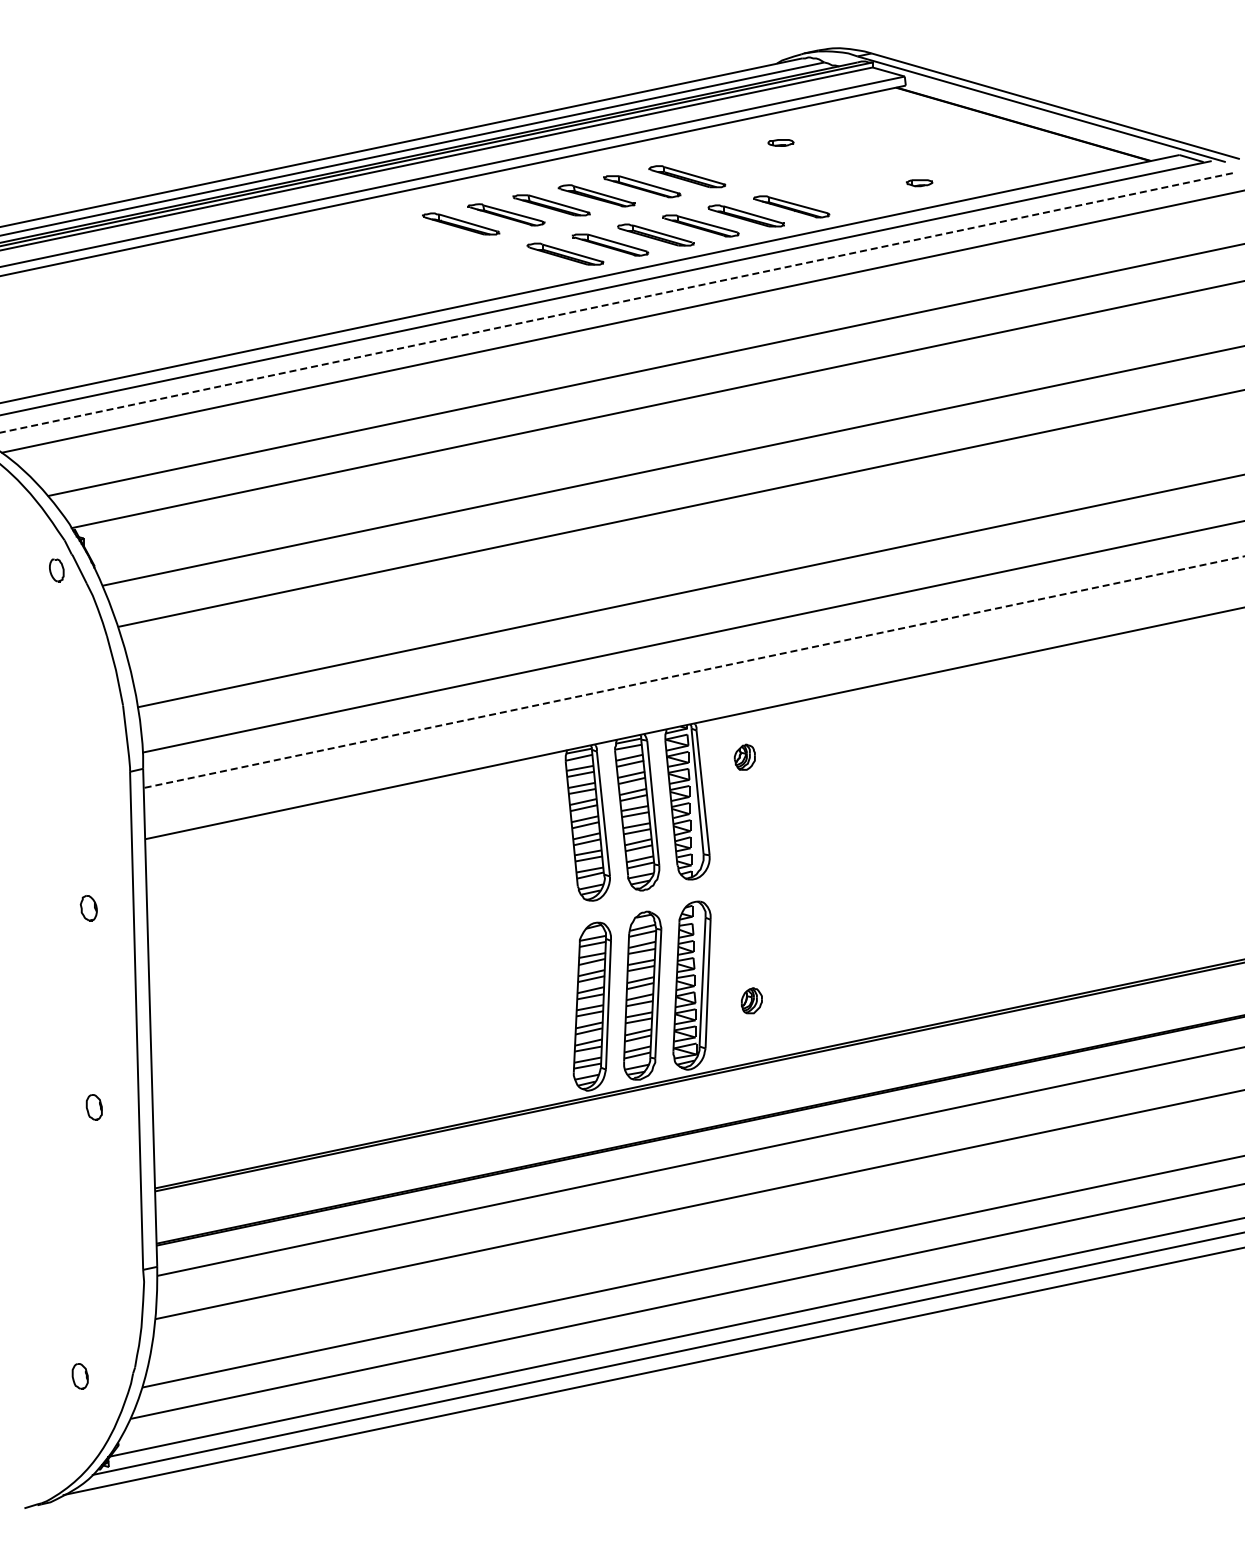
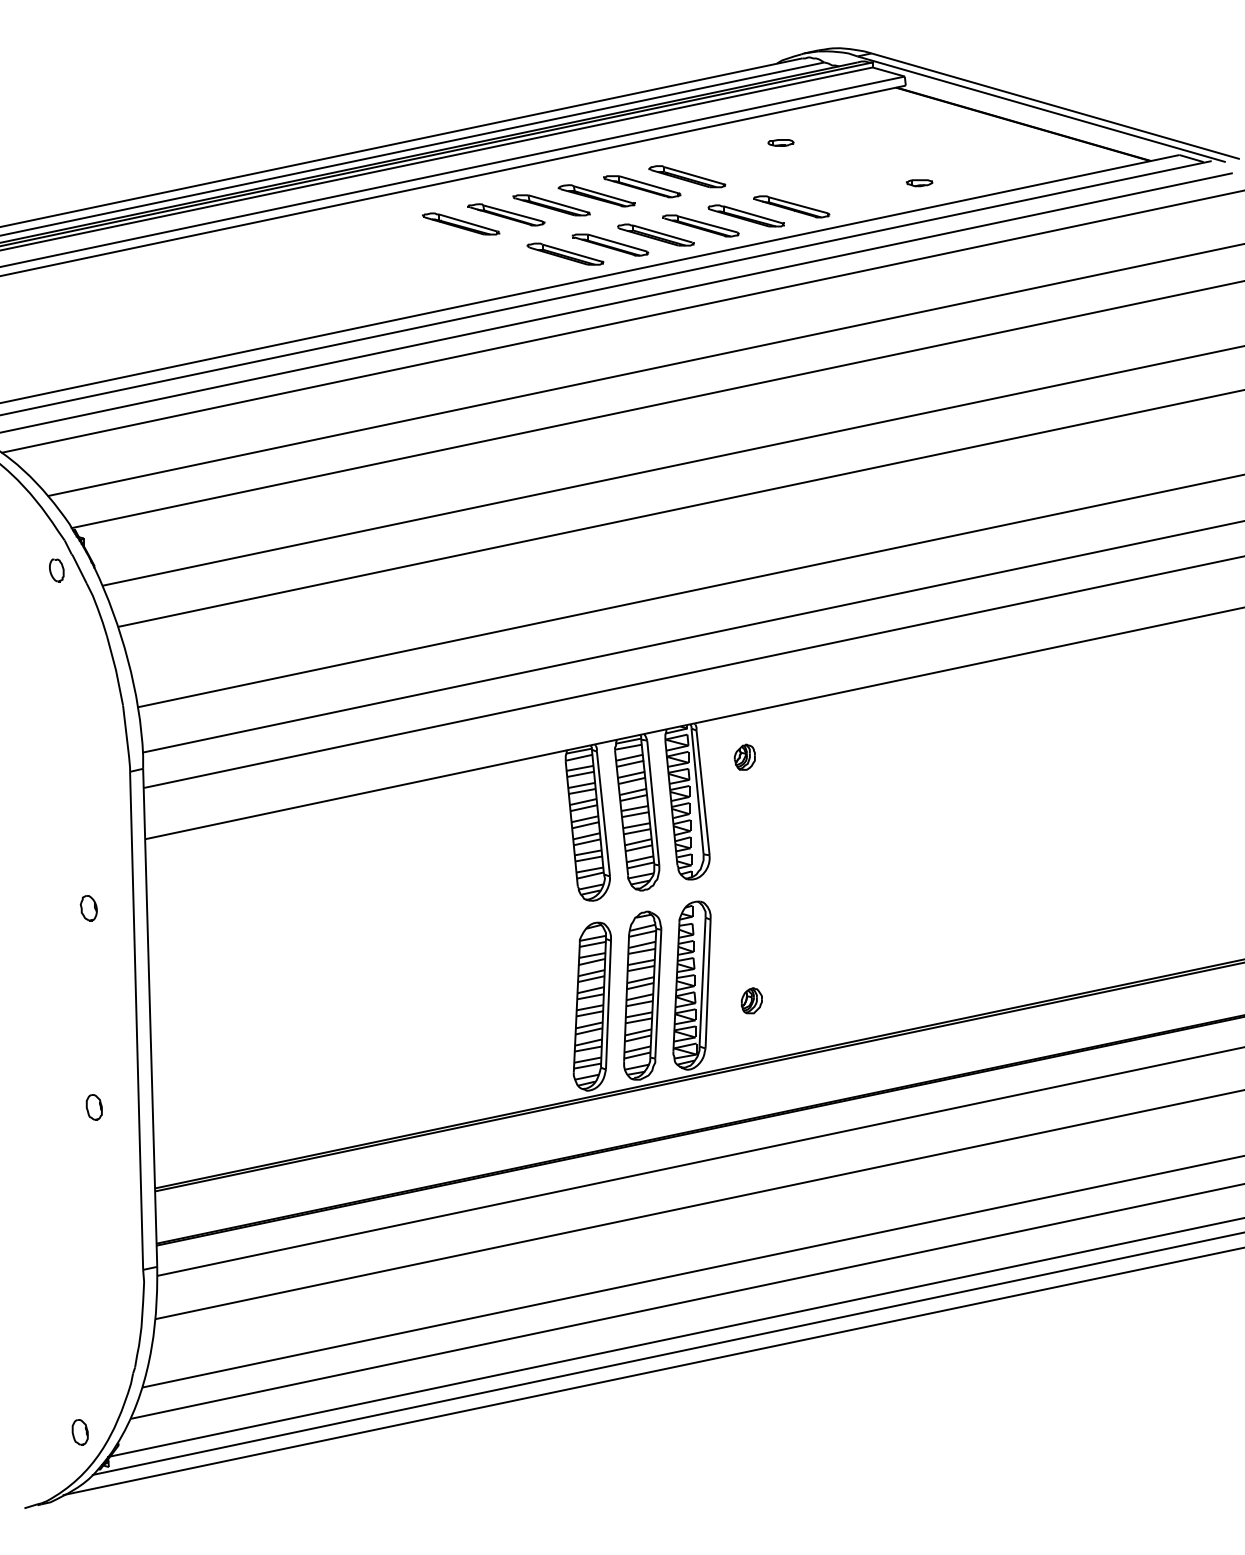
line at (616, 302): dashed -> solid
line at (693, 672): dashed -> solid
part at (79, 1376) position: (79, 1376) -> (79, 1432)
